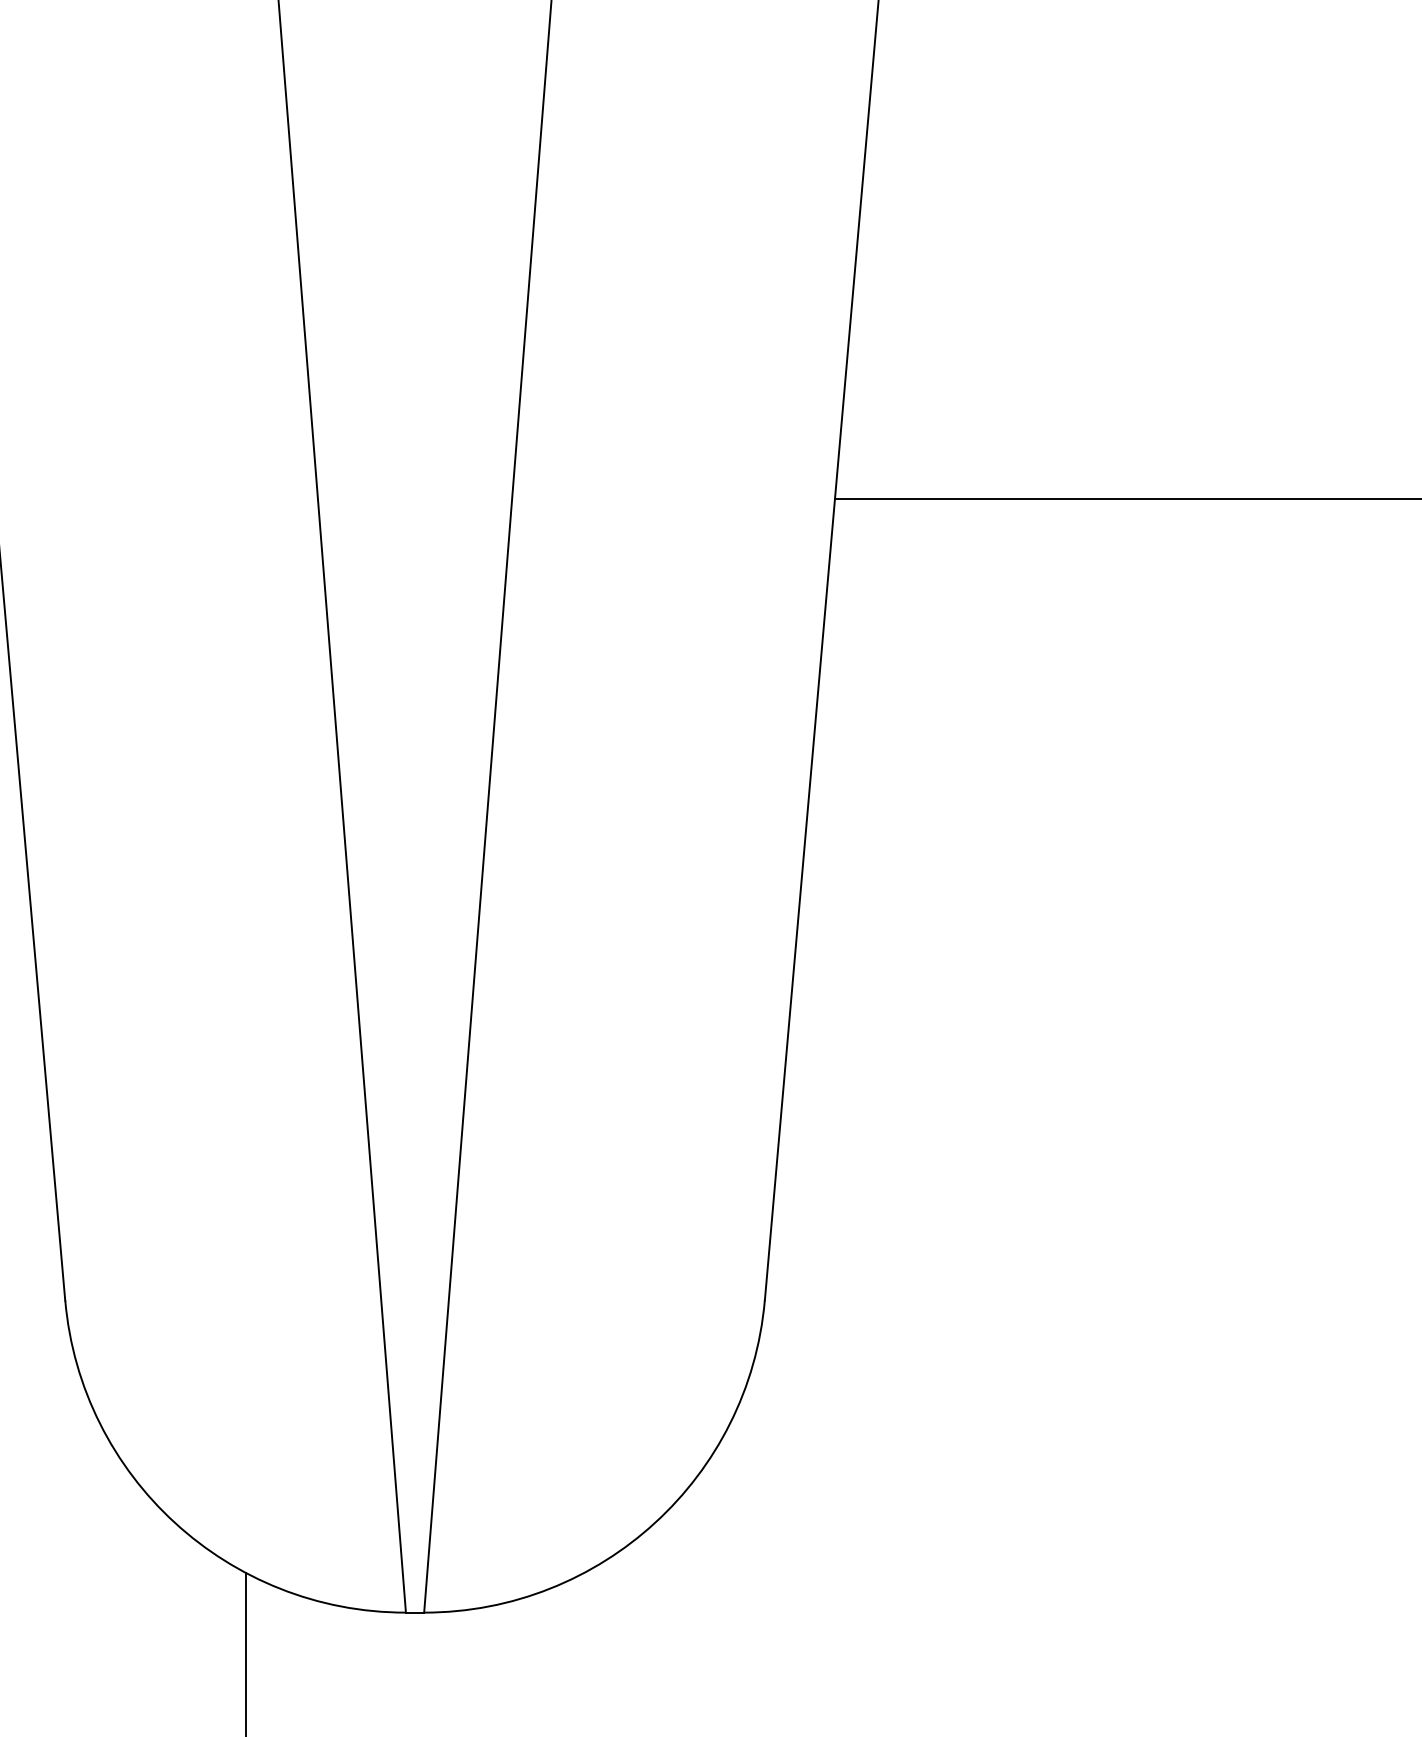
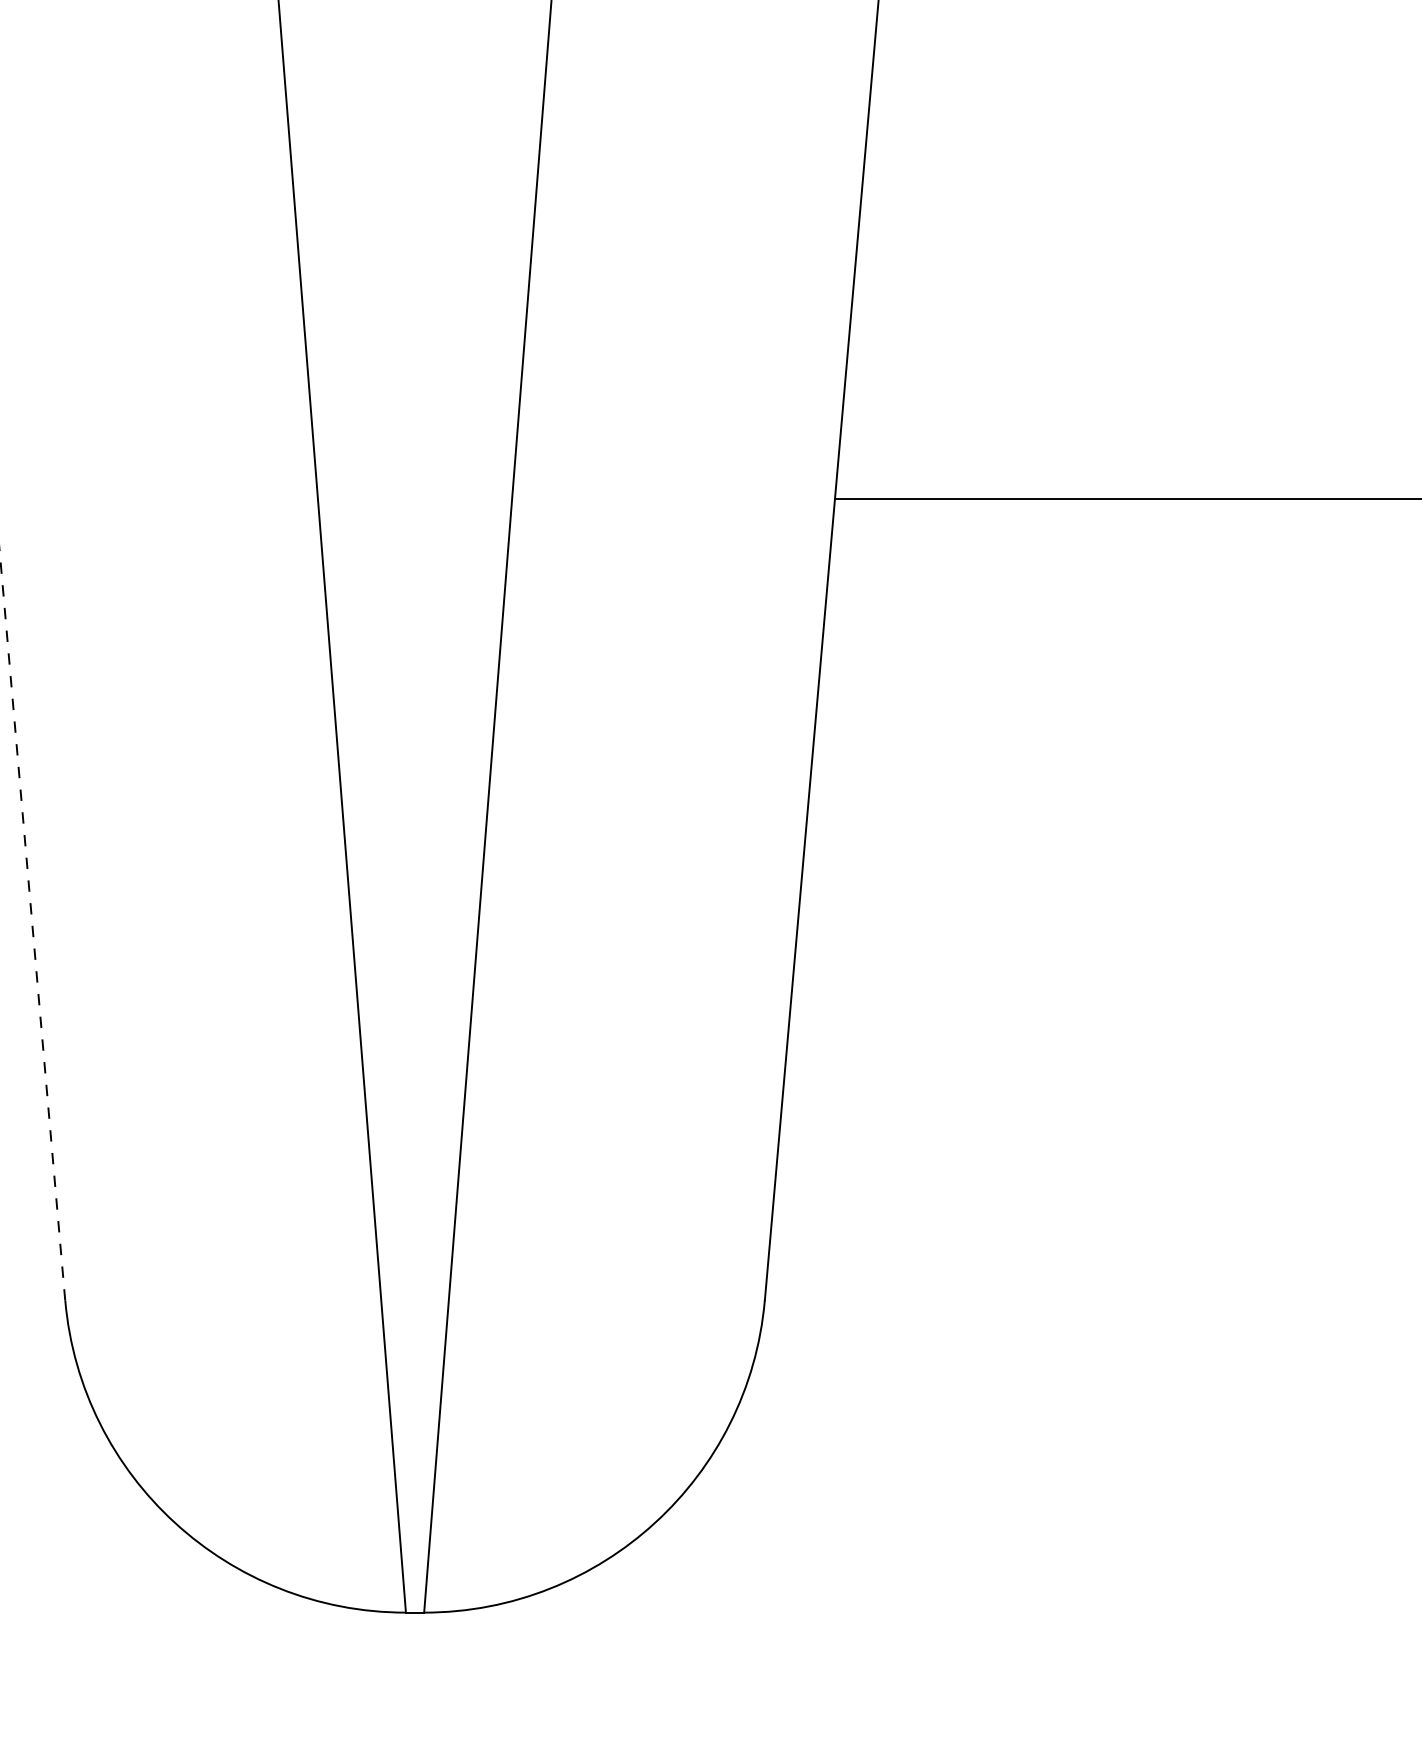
line at (32, 928): solid -> dashed
line at (246, 1653): present -> none
